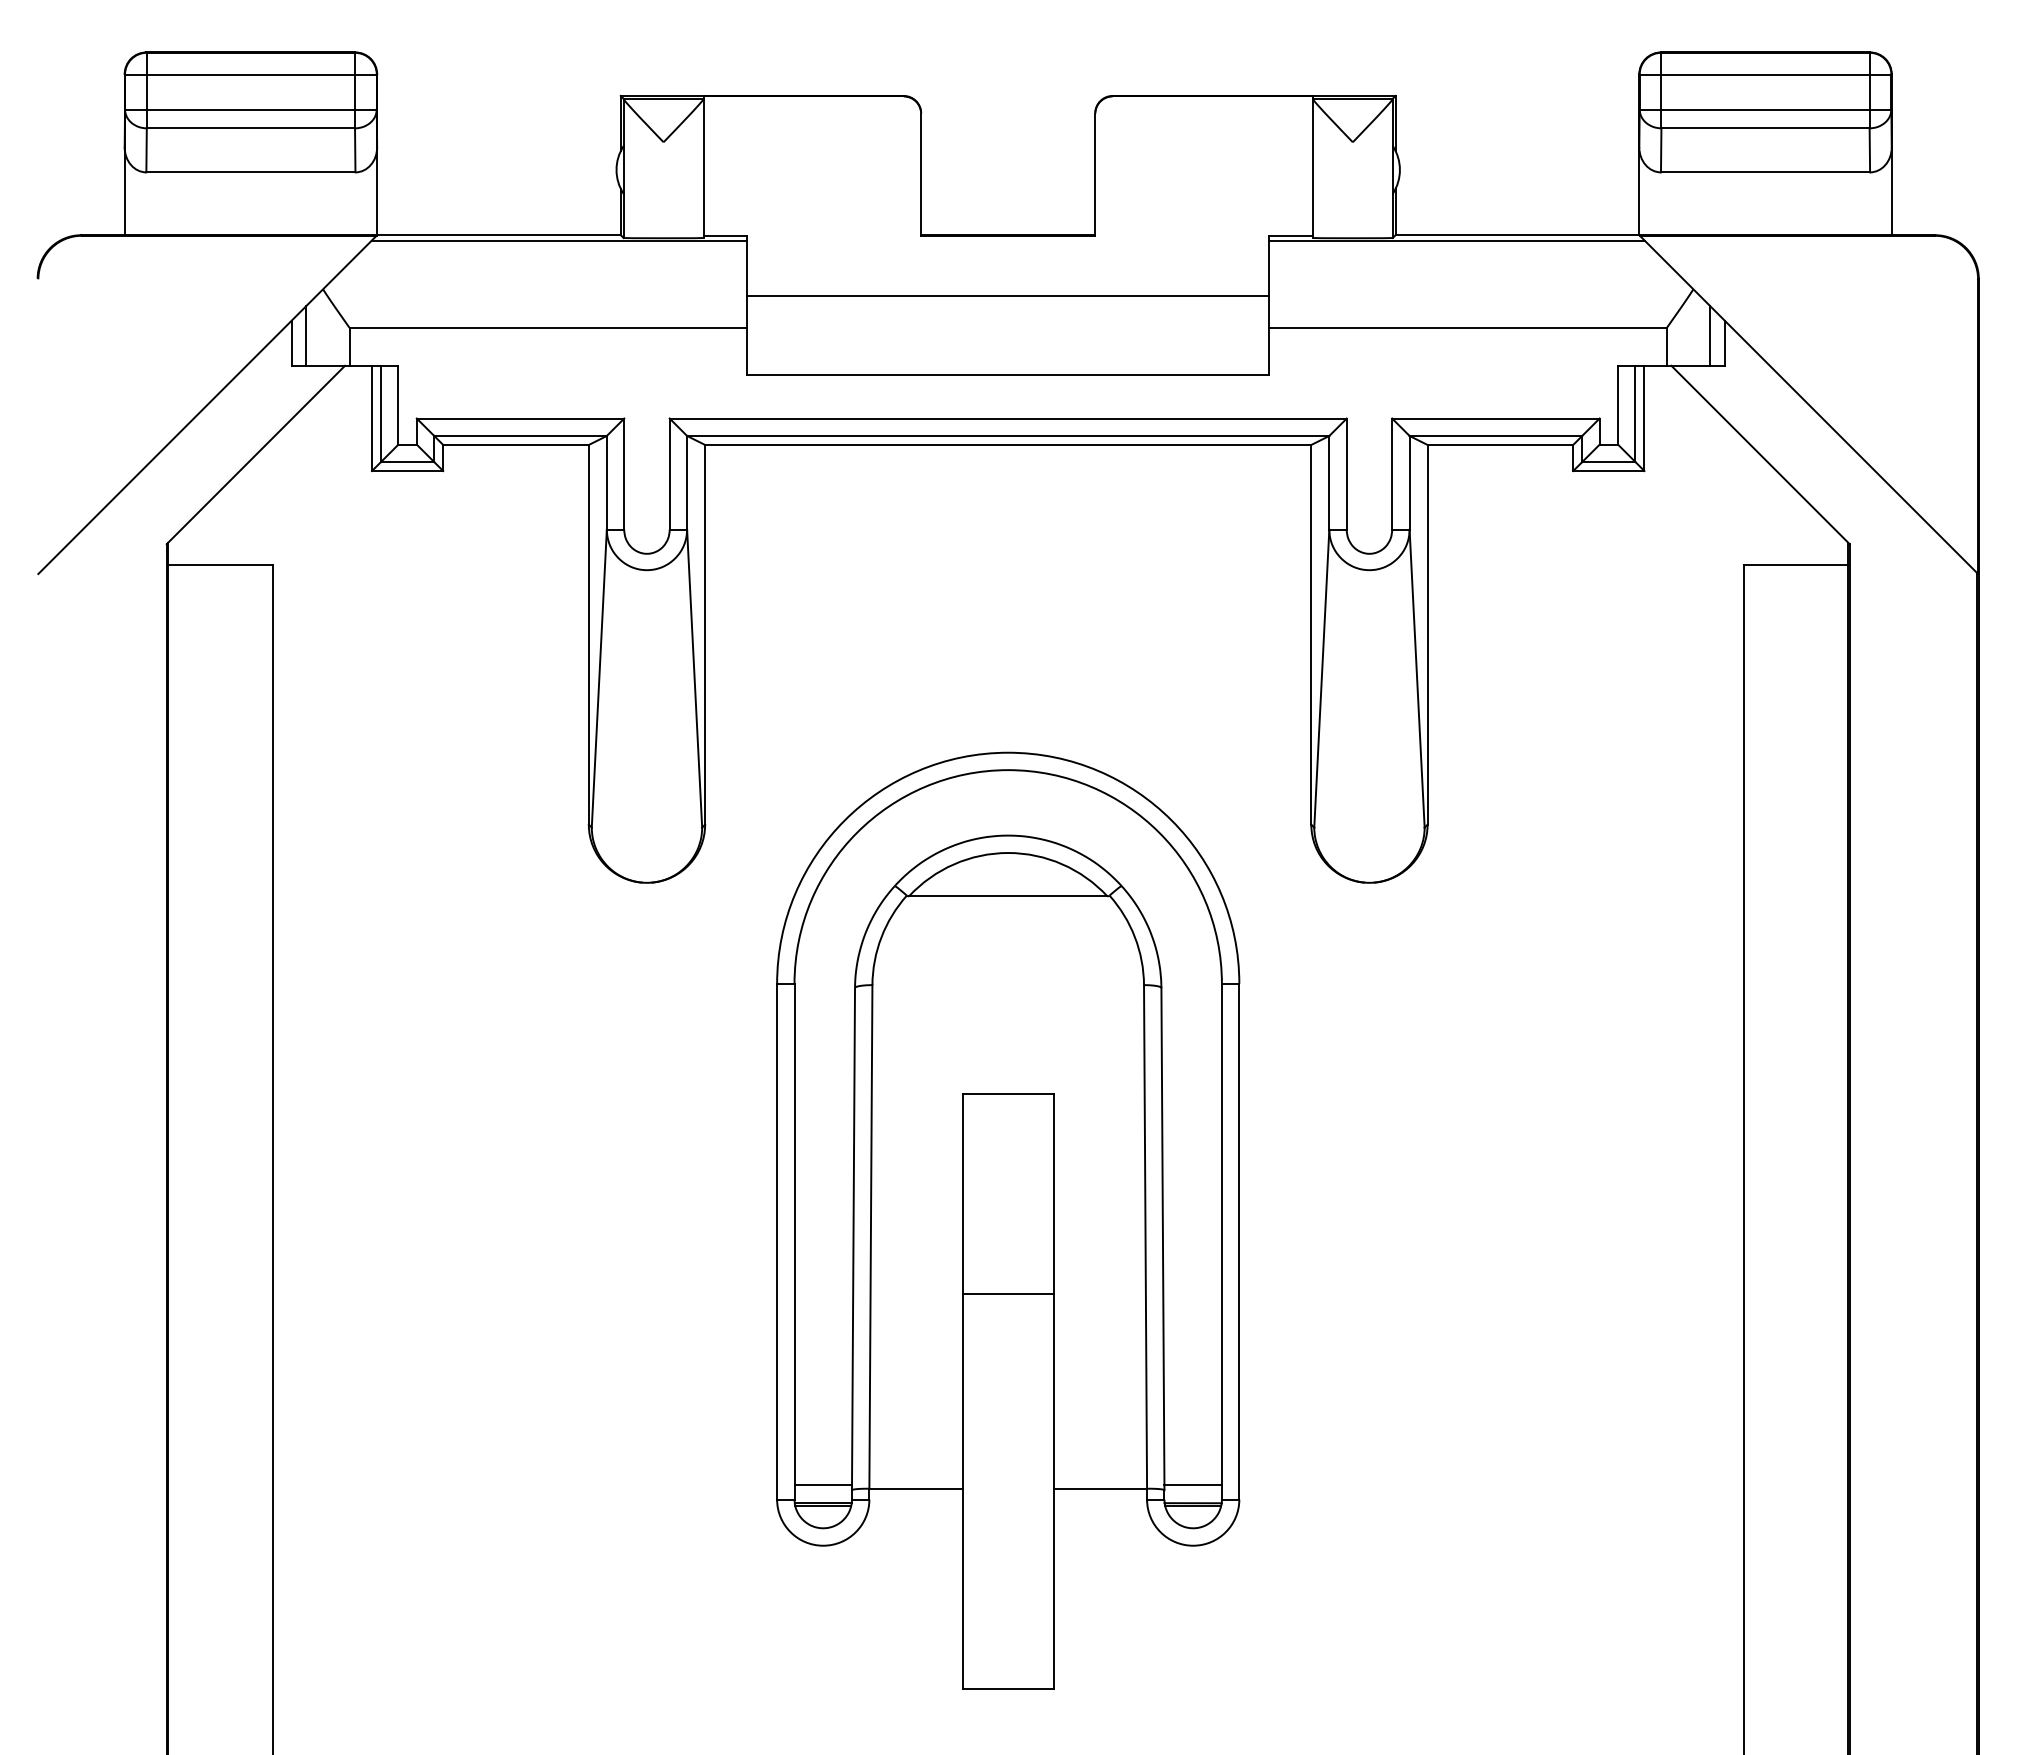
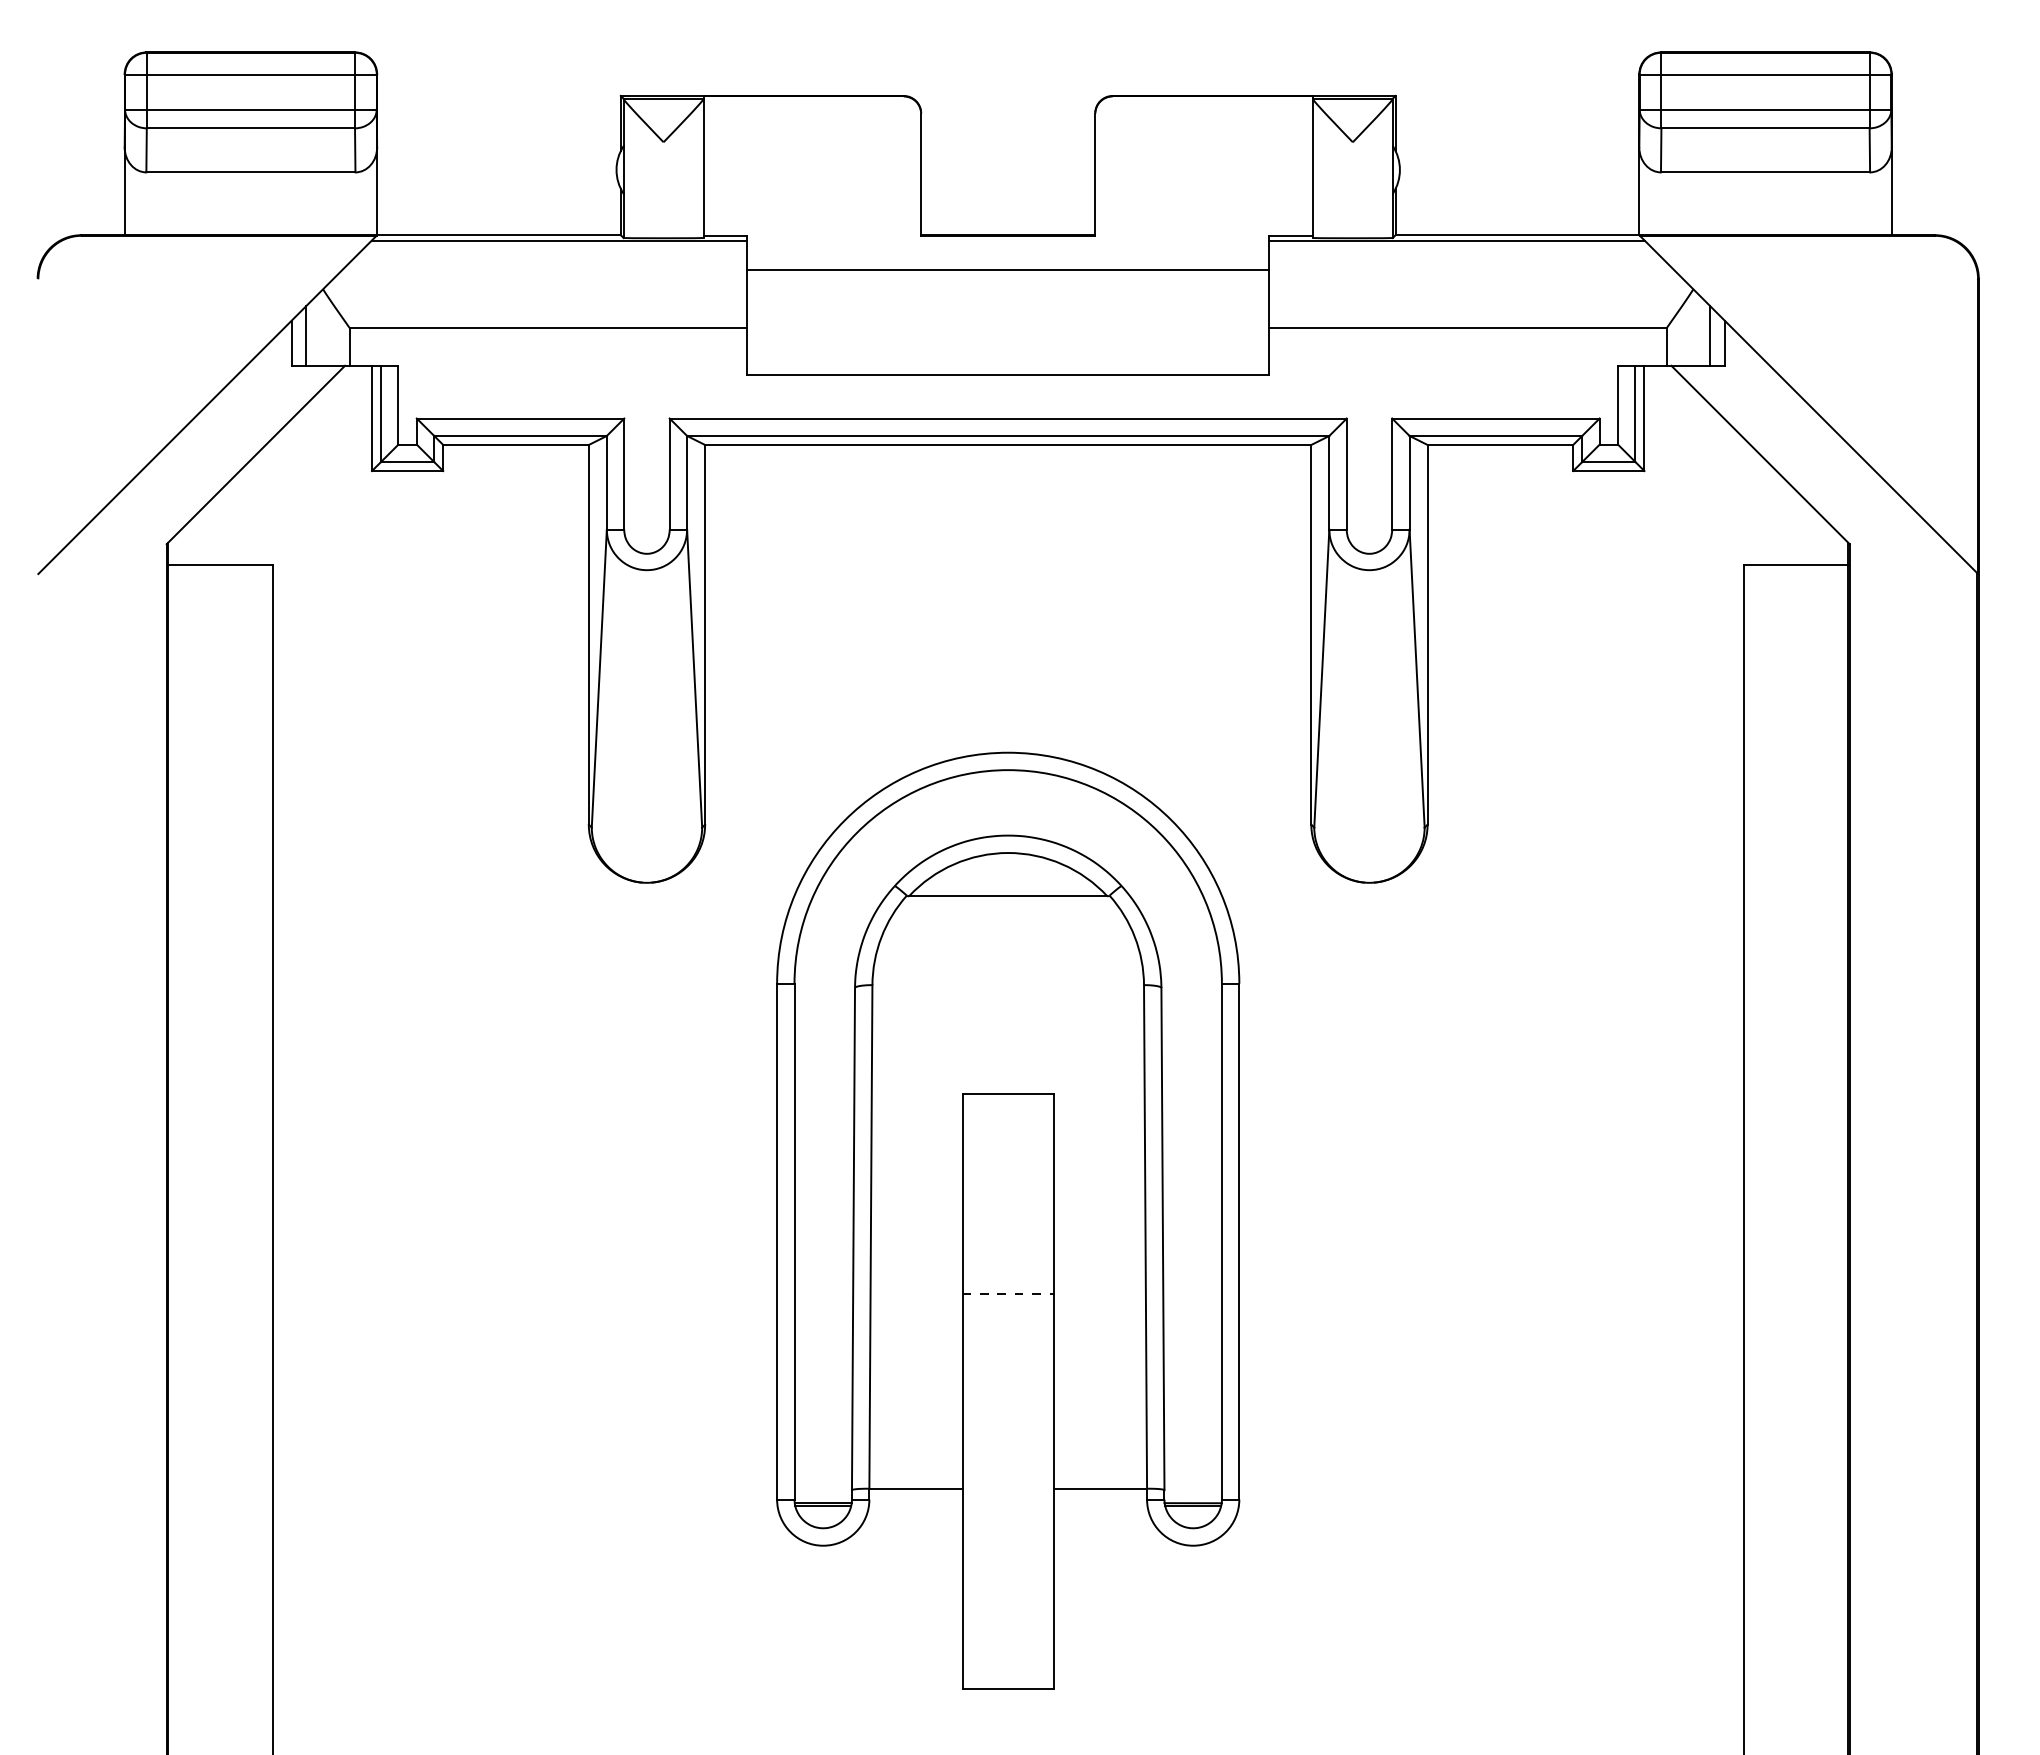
line at (1008, 296) position: (1008, 296) -> (1008, 270)
line at (1008, 1294): solid -> dashed
line at (822, 1485): present -> none
line at (1192, 1485): present -> none
